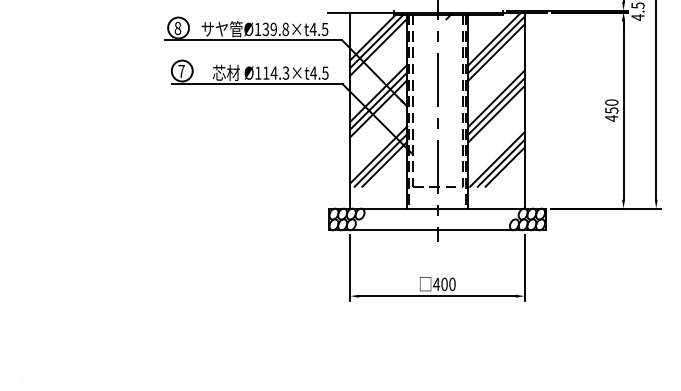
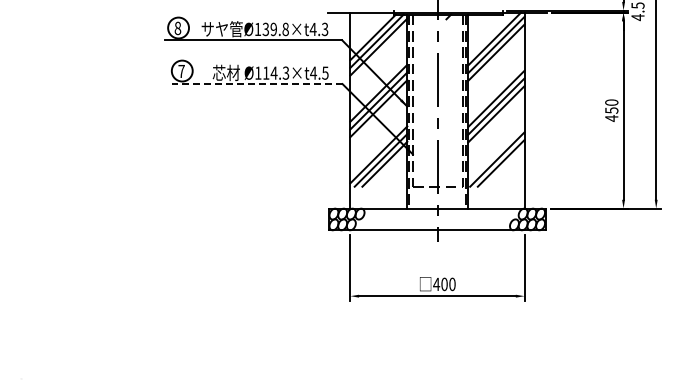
text at (325, 28): Ø139.8×t4.5 -> Ø139.8×t4.3
line at (257, 84): solid -> dashed
line at (504, 166): present -> none
